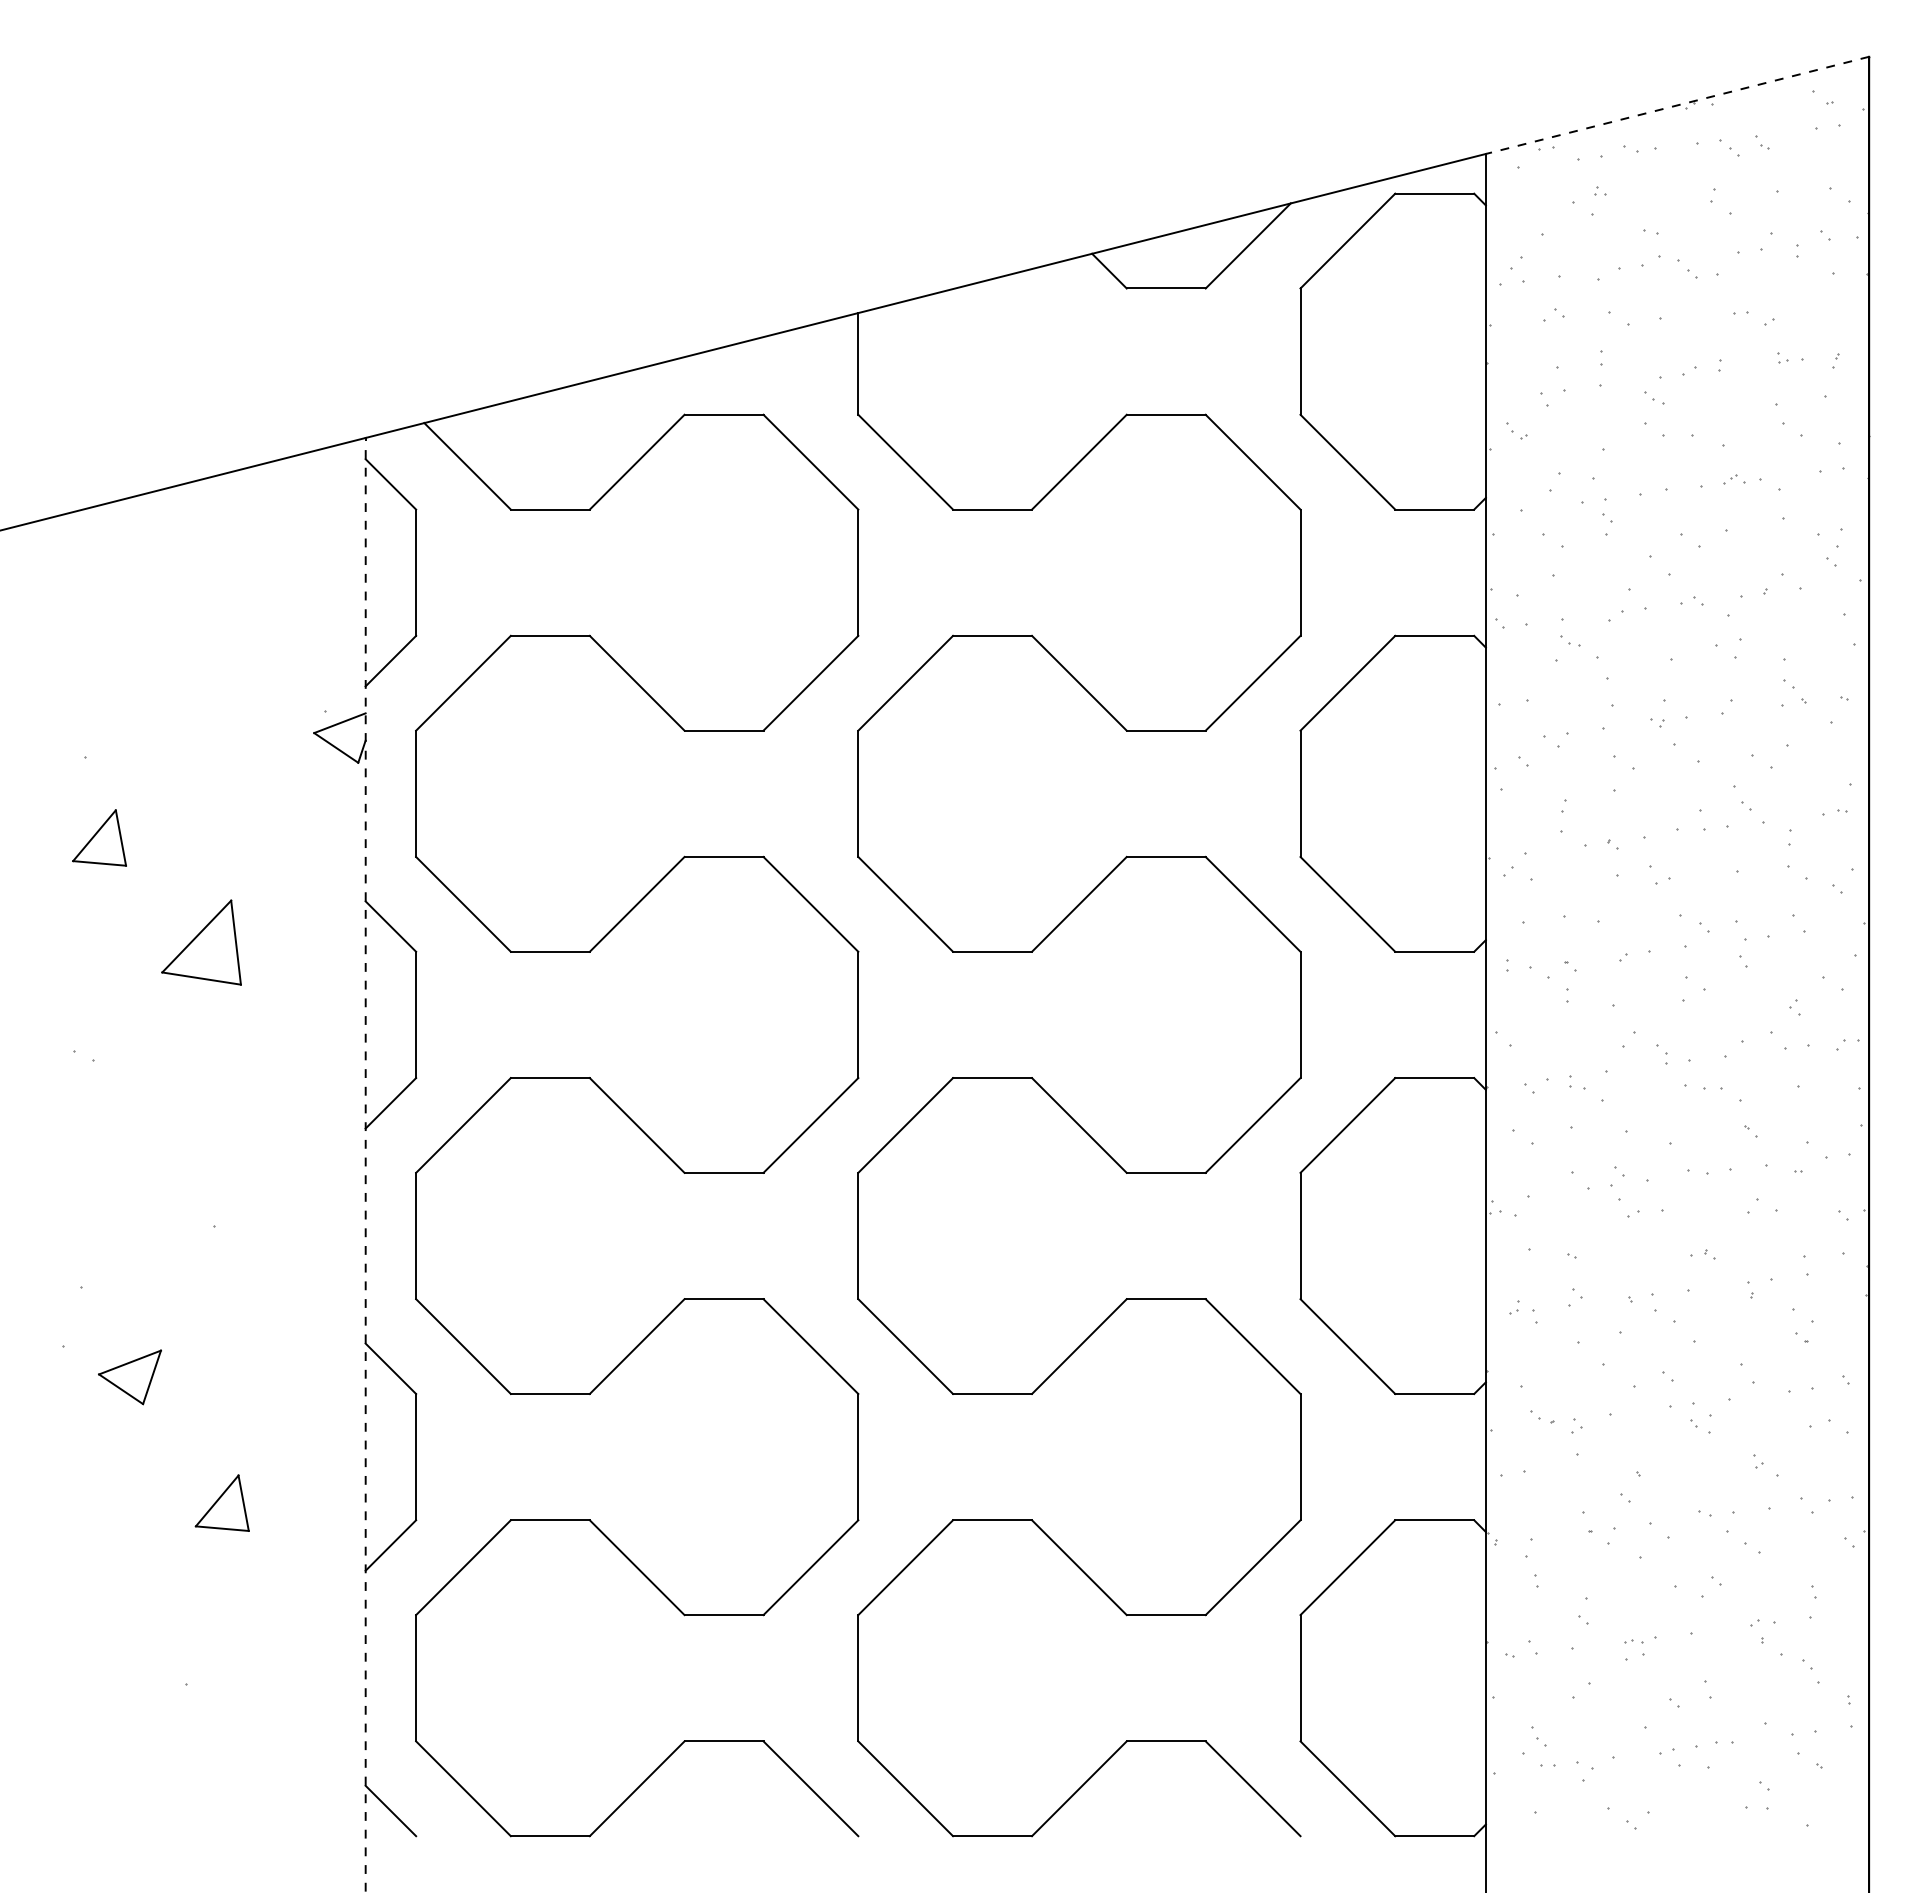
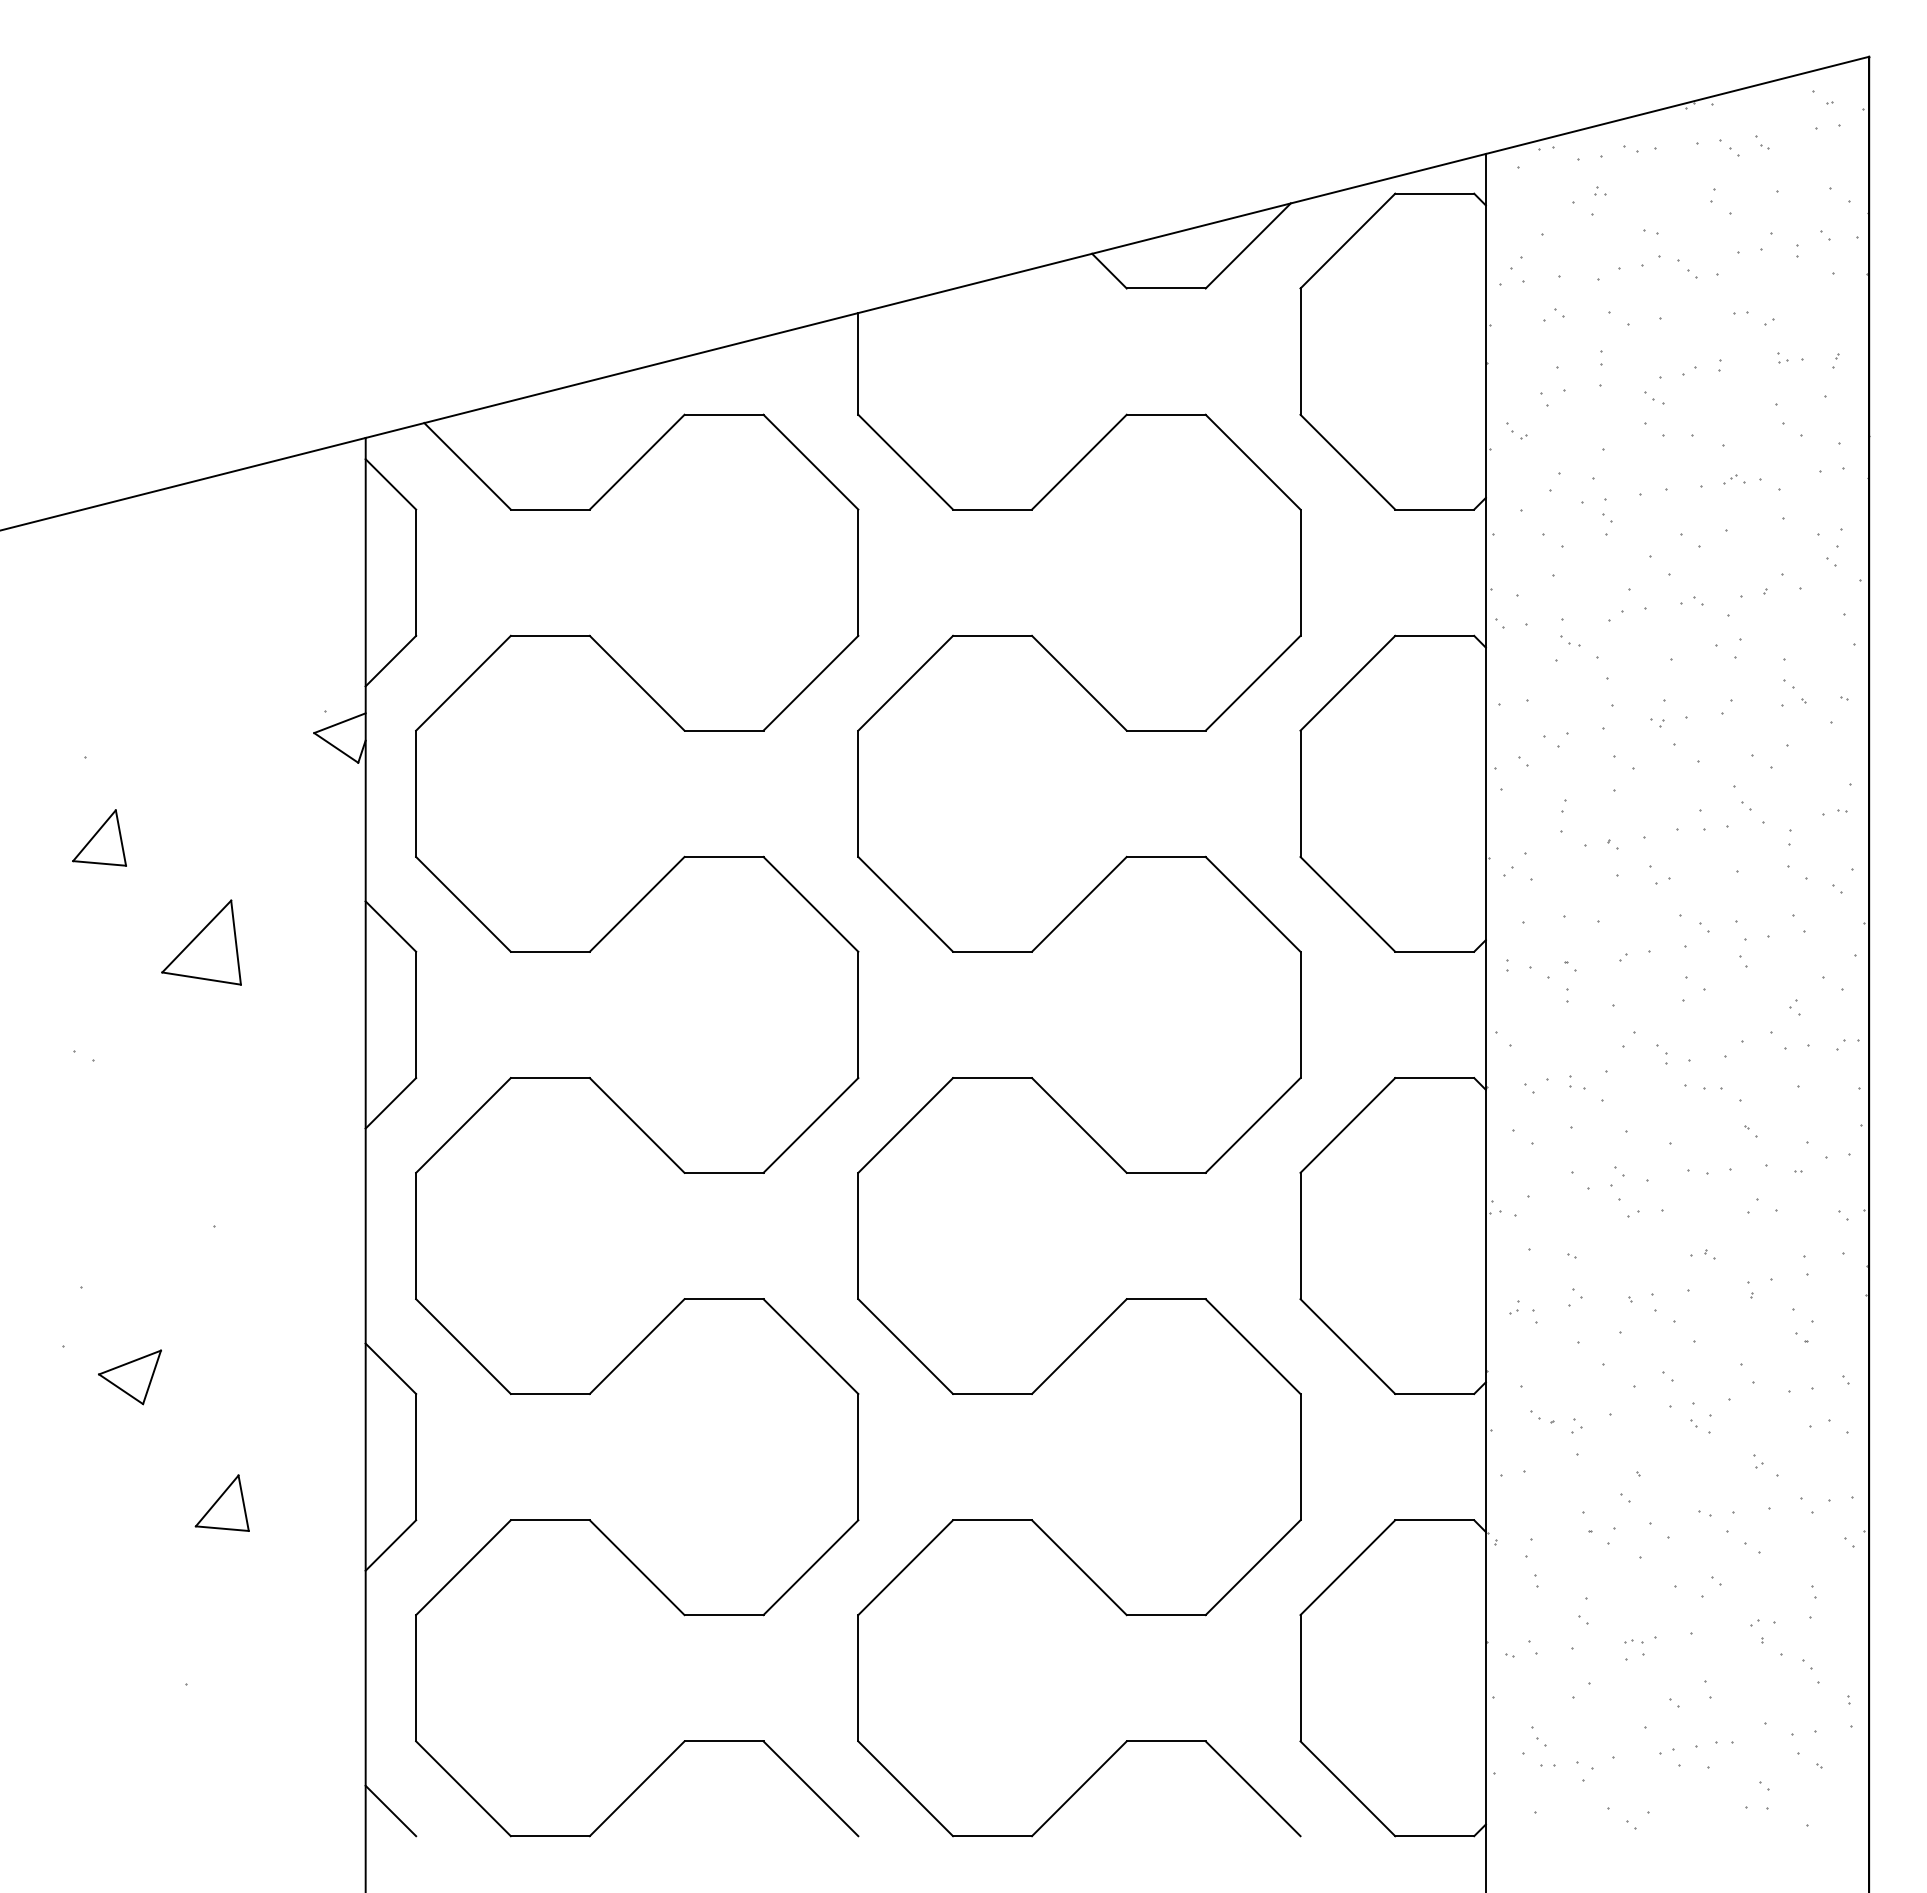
line at (1677, 105): dashed -> solid
line at (365, 1164): dashed -> solid
